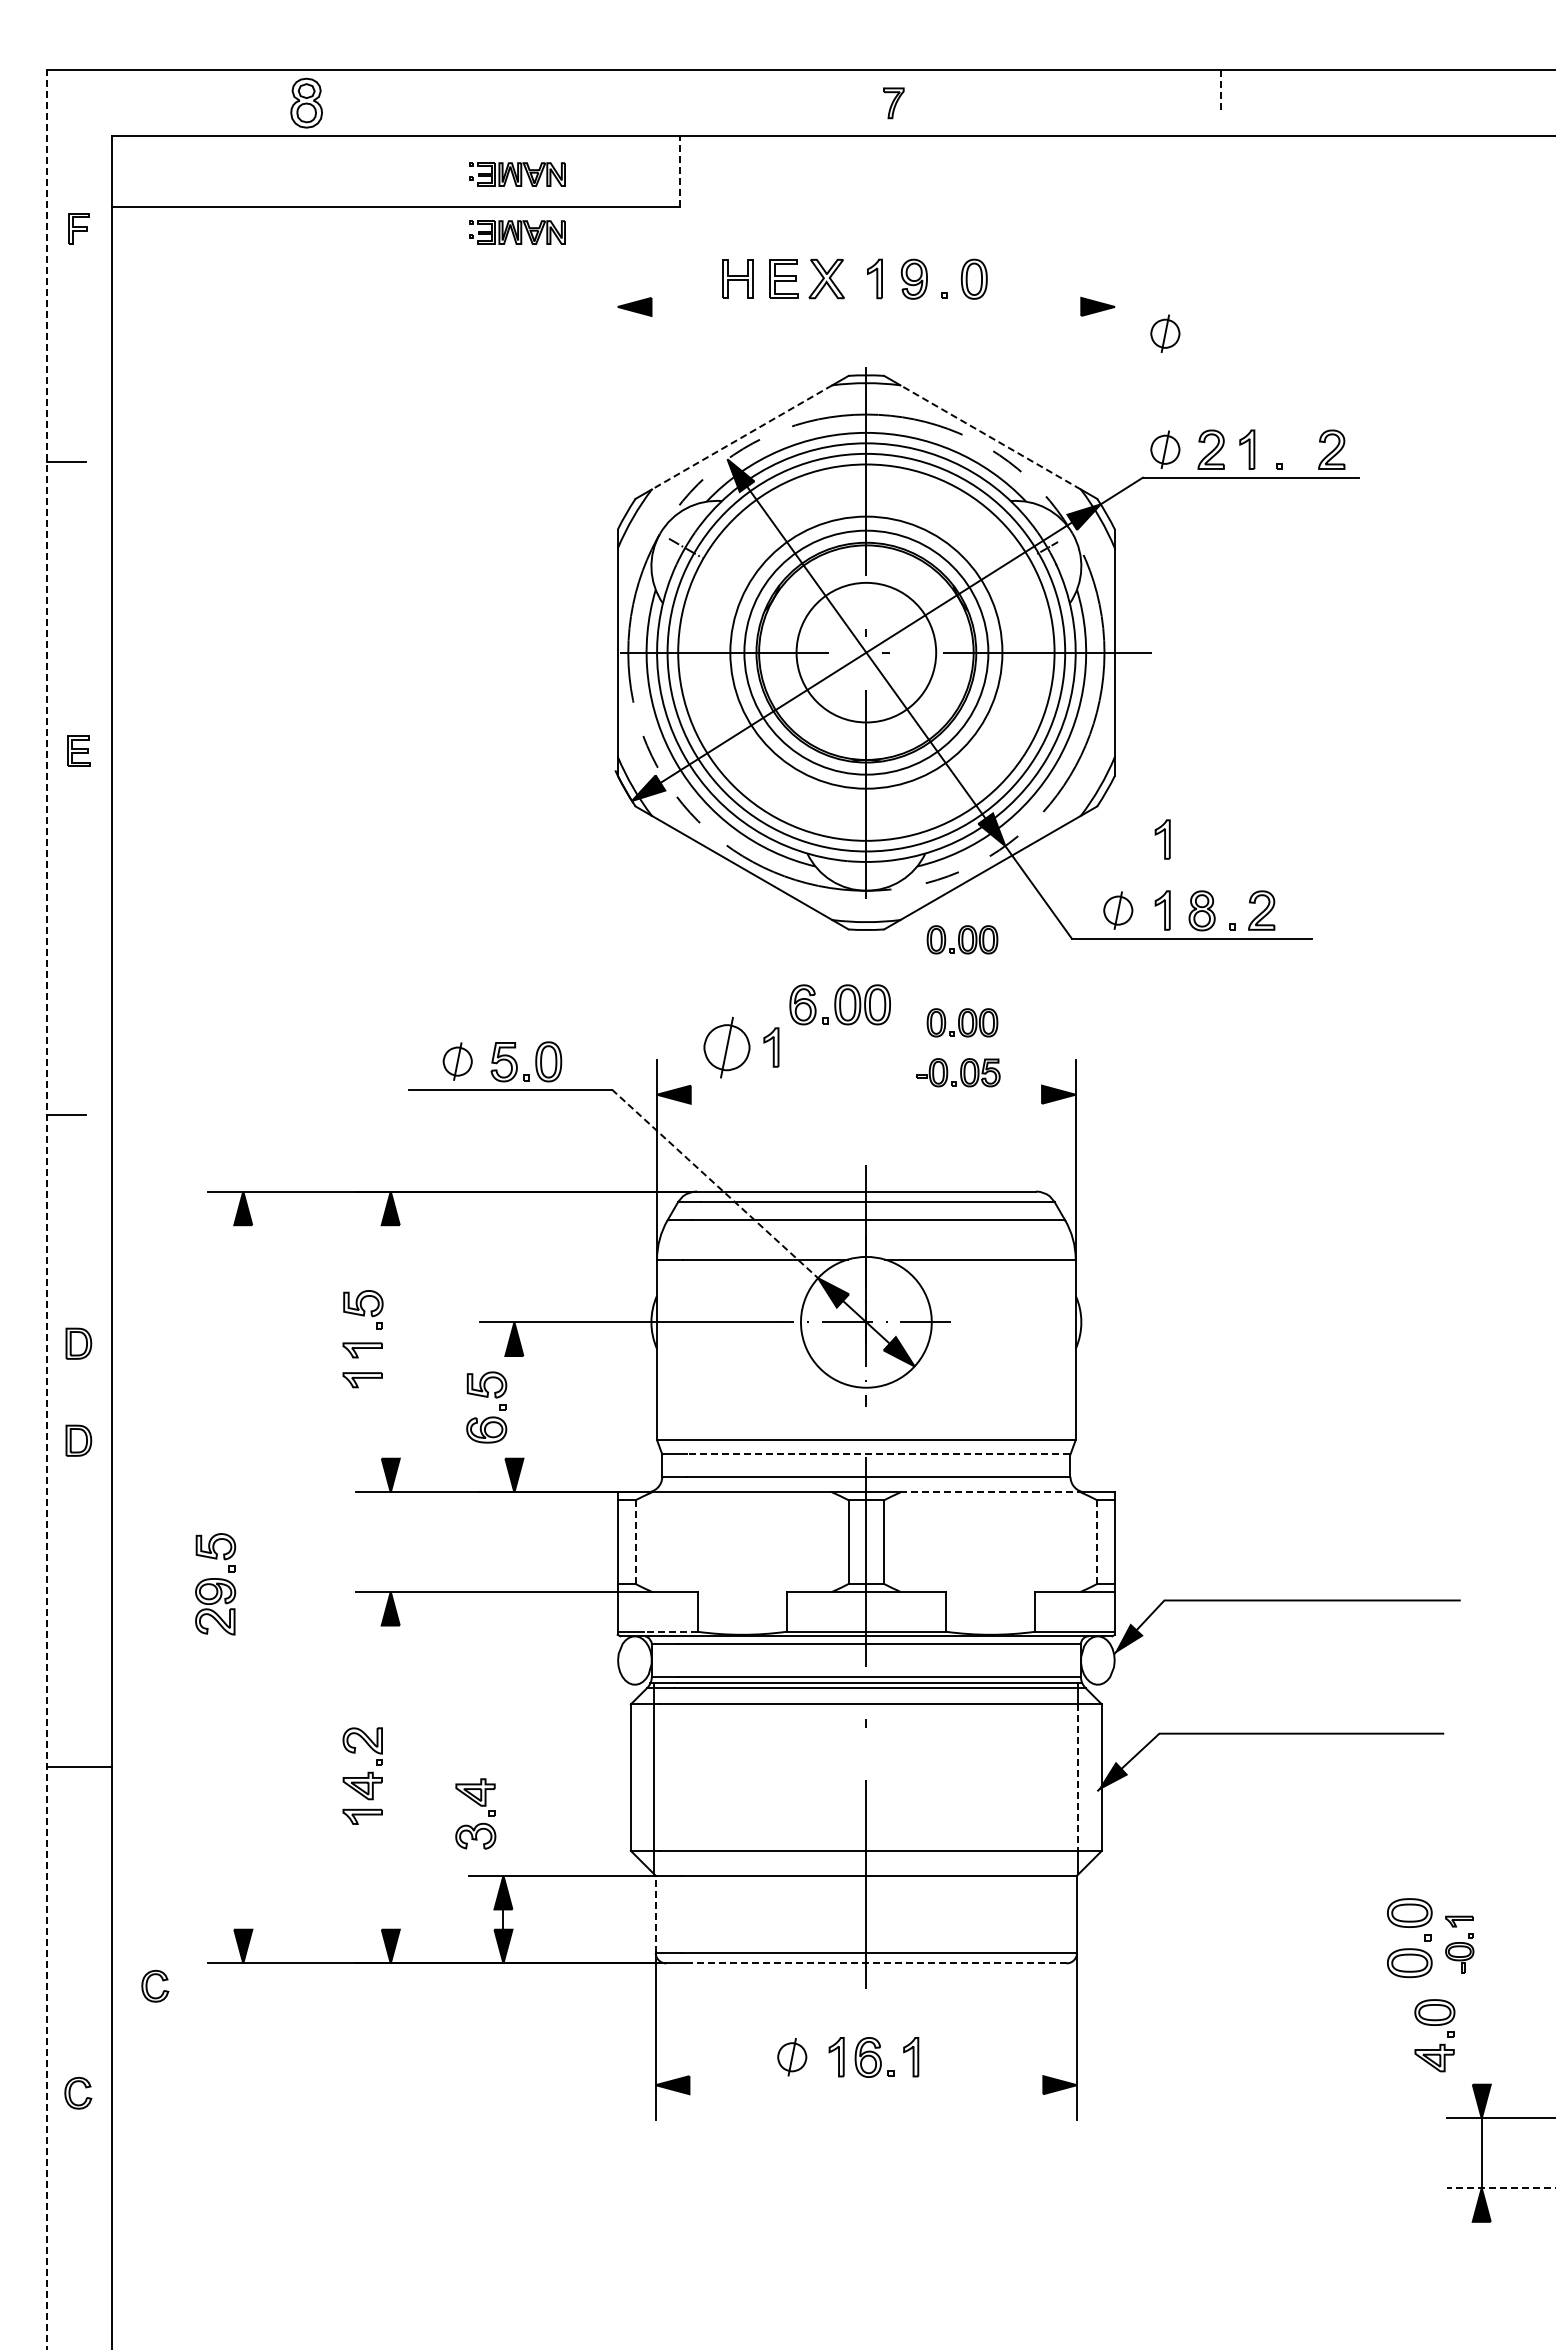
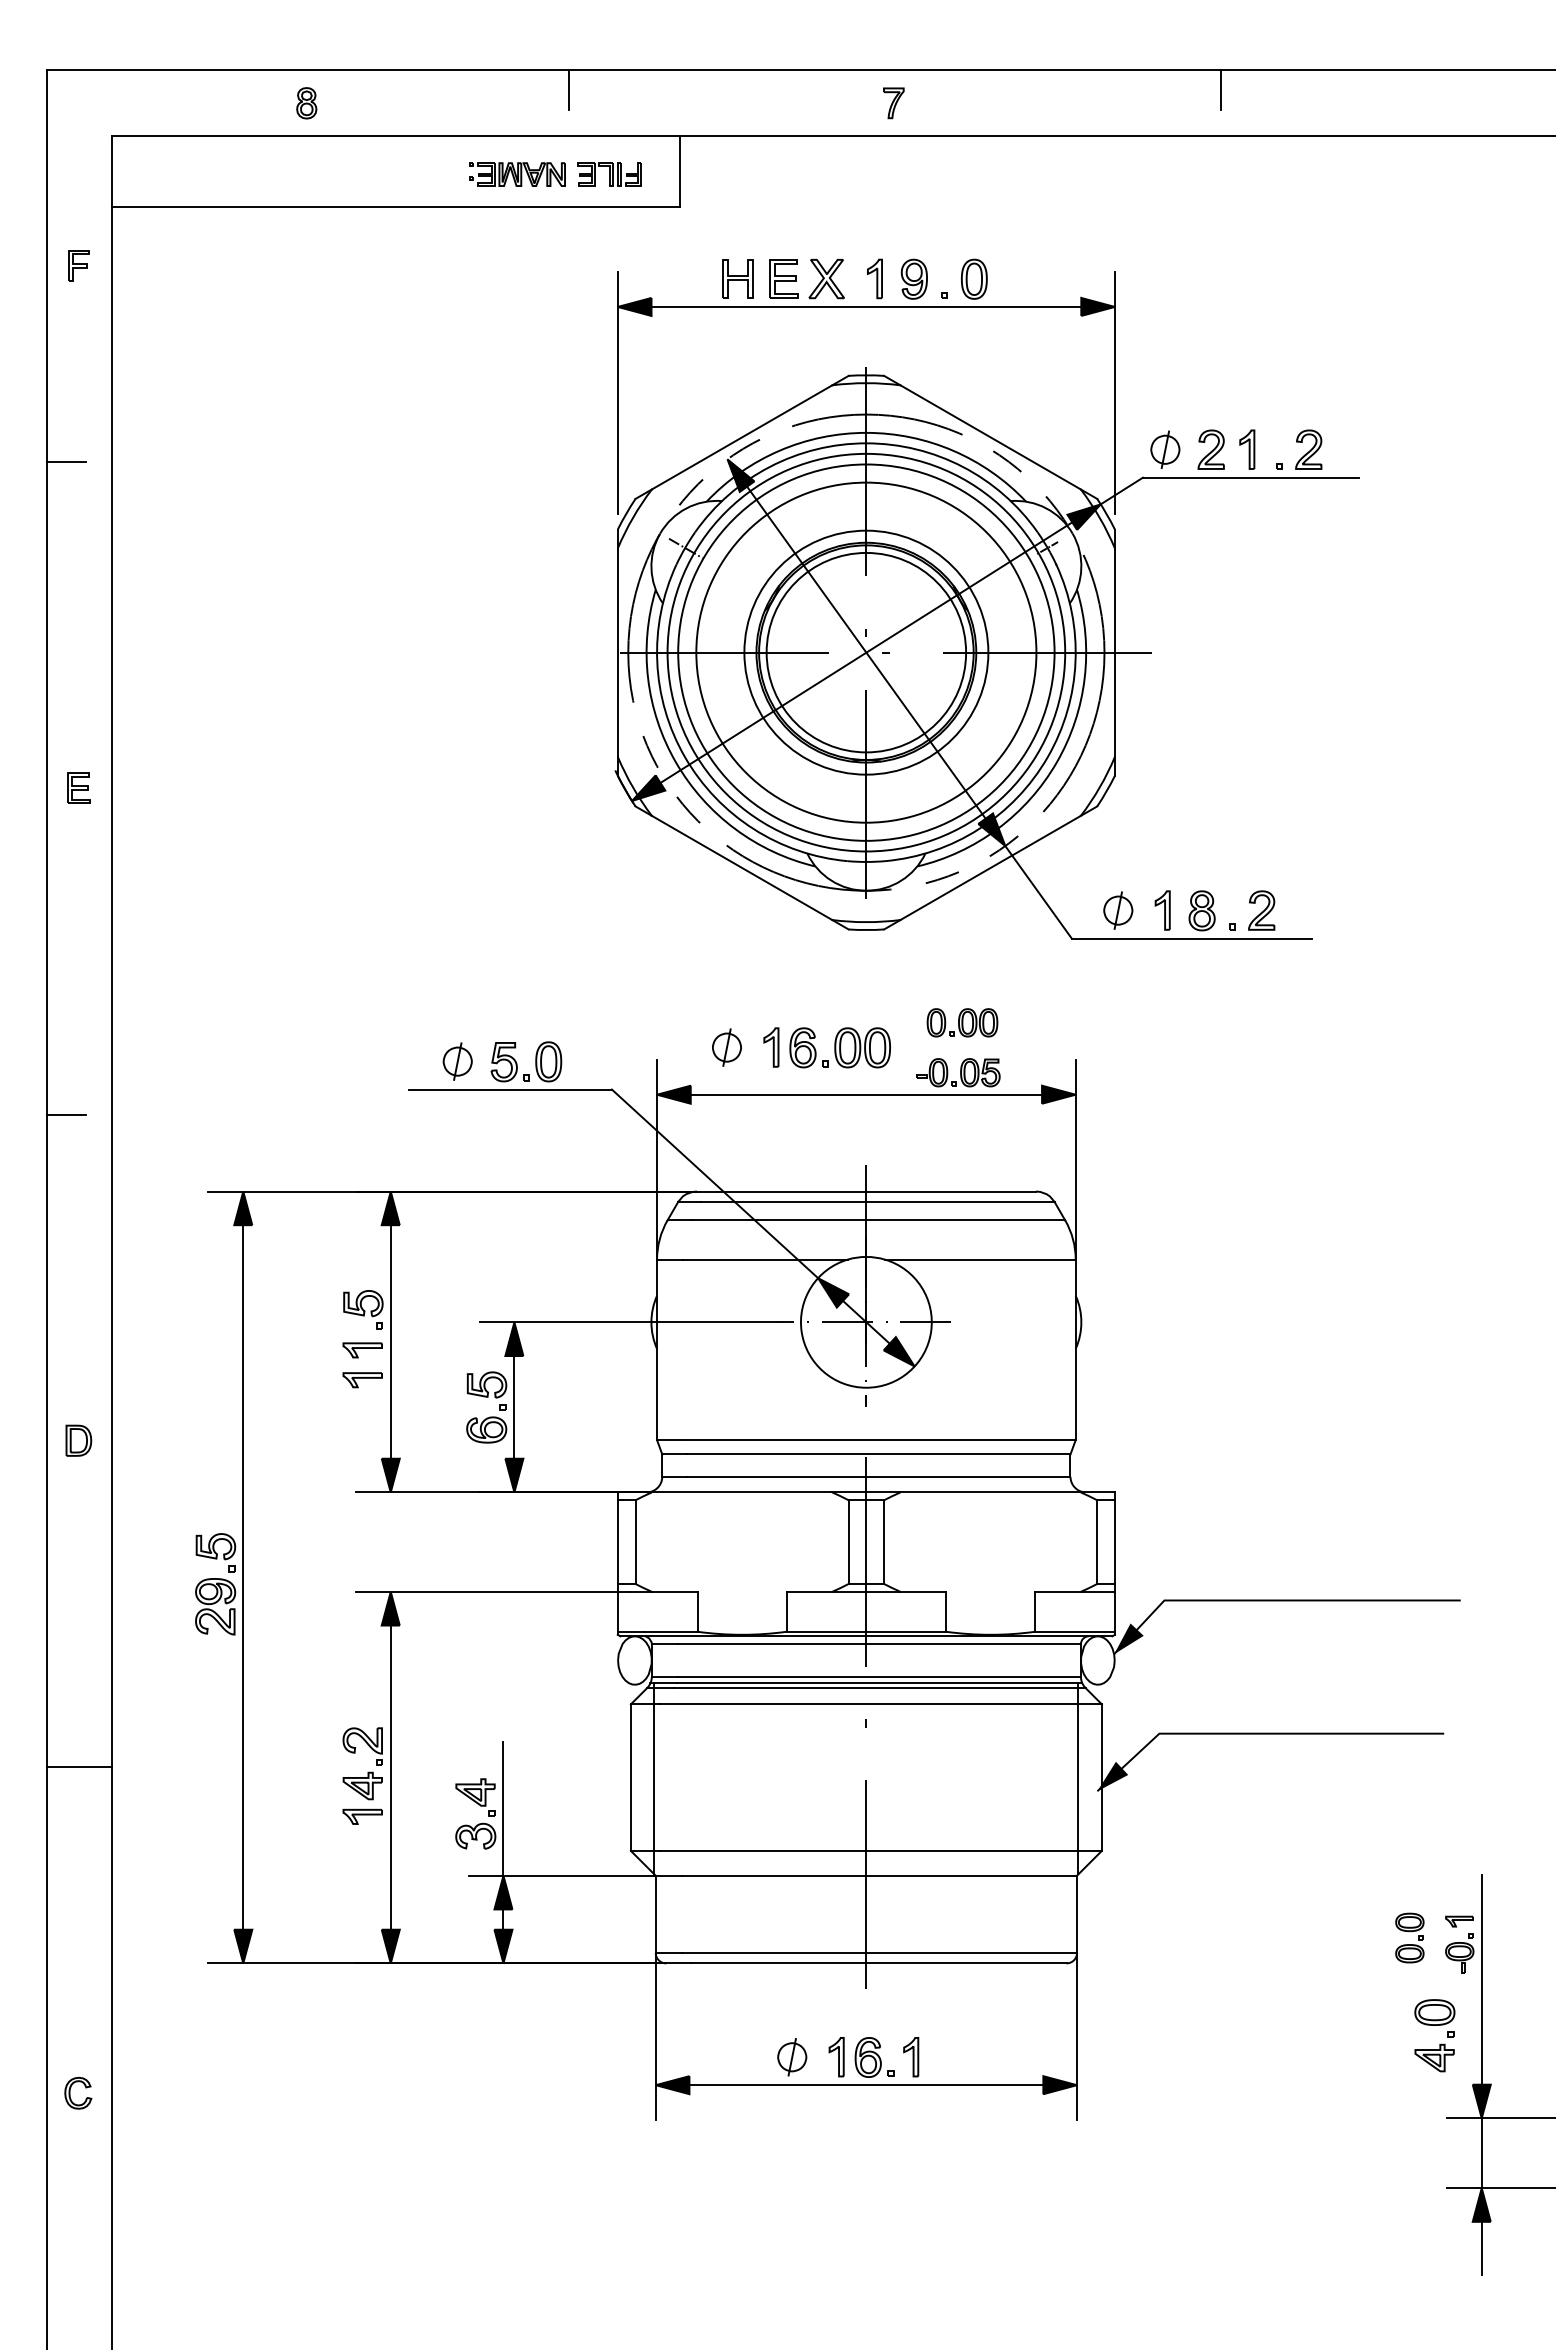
line at (568, 89): none -> present
line at (1221, 90): dashed -> solid
part at (306, 102) size: 33x52 px -> 22x33 px
line at (679, 171): dashed -> solid
part at (609, 174): none -> present
part at (78, 228) position: (78, 228) -> (78, 265)
part at (517, 232): present -> none
line at (866, 306): none -> present
part at (1165, 333): present -> none
line at (617, 392): none -> present
line at (1114, 392): none -> present
line at (741, 437): dashed -> solid
line at (990, 437): dashed -> solid
part at (1331, 449) position: (1331, 449) -> (1308, 449)
circle at (866, 652) diameter: 140 px -> 199 px
circle at (866, 652) diameter: 272 px -> 340 px
part at (78, 750) position: (78, 750) -> (78, 787)
part at (1162, 839): present -> none
part at (962, 939): present -> none
part at (839, 1004) position: (839, 1004) -> (839, 1047)
part at (726, 1047) size: 48x62 px -> 30x39 px
line at (866, 1094): none -> present
line at (715, 1183): dashed -> solid
line at (46, 1210): dashed -> solid
line at (390, 1341): none -> present
part at (78, 1343): present -> none
line at (514, 1407): none -> present
line at (878, 1454): dashed -> solid
line at (991, 1492): dashed -> solid
line at (635, 1542): dashed -> solid
line at (1097, 1542): dashed -> solid
line at (243, 1577): none -> present
line at (670, 1631): dashed -> solid
line at (390, 1777): none -> present
line at (1078, 1778): dashed -> solid
line at (503, 1808): none -> present
line at (655, 1914): dashed -> solid
part at (1409, 1938) size: 46x81 px -> 30x52 px
line at (878, 1963): dashed -> solid
line at (1481, 1979): none -> present
part at (147, 1985): present -> none
line at (866, 2085): none -> present
line at (1500, 2188): dashed -> solid
line at (1481, 2248): none -> present
